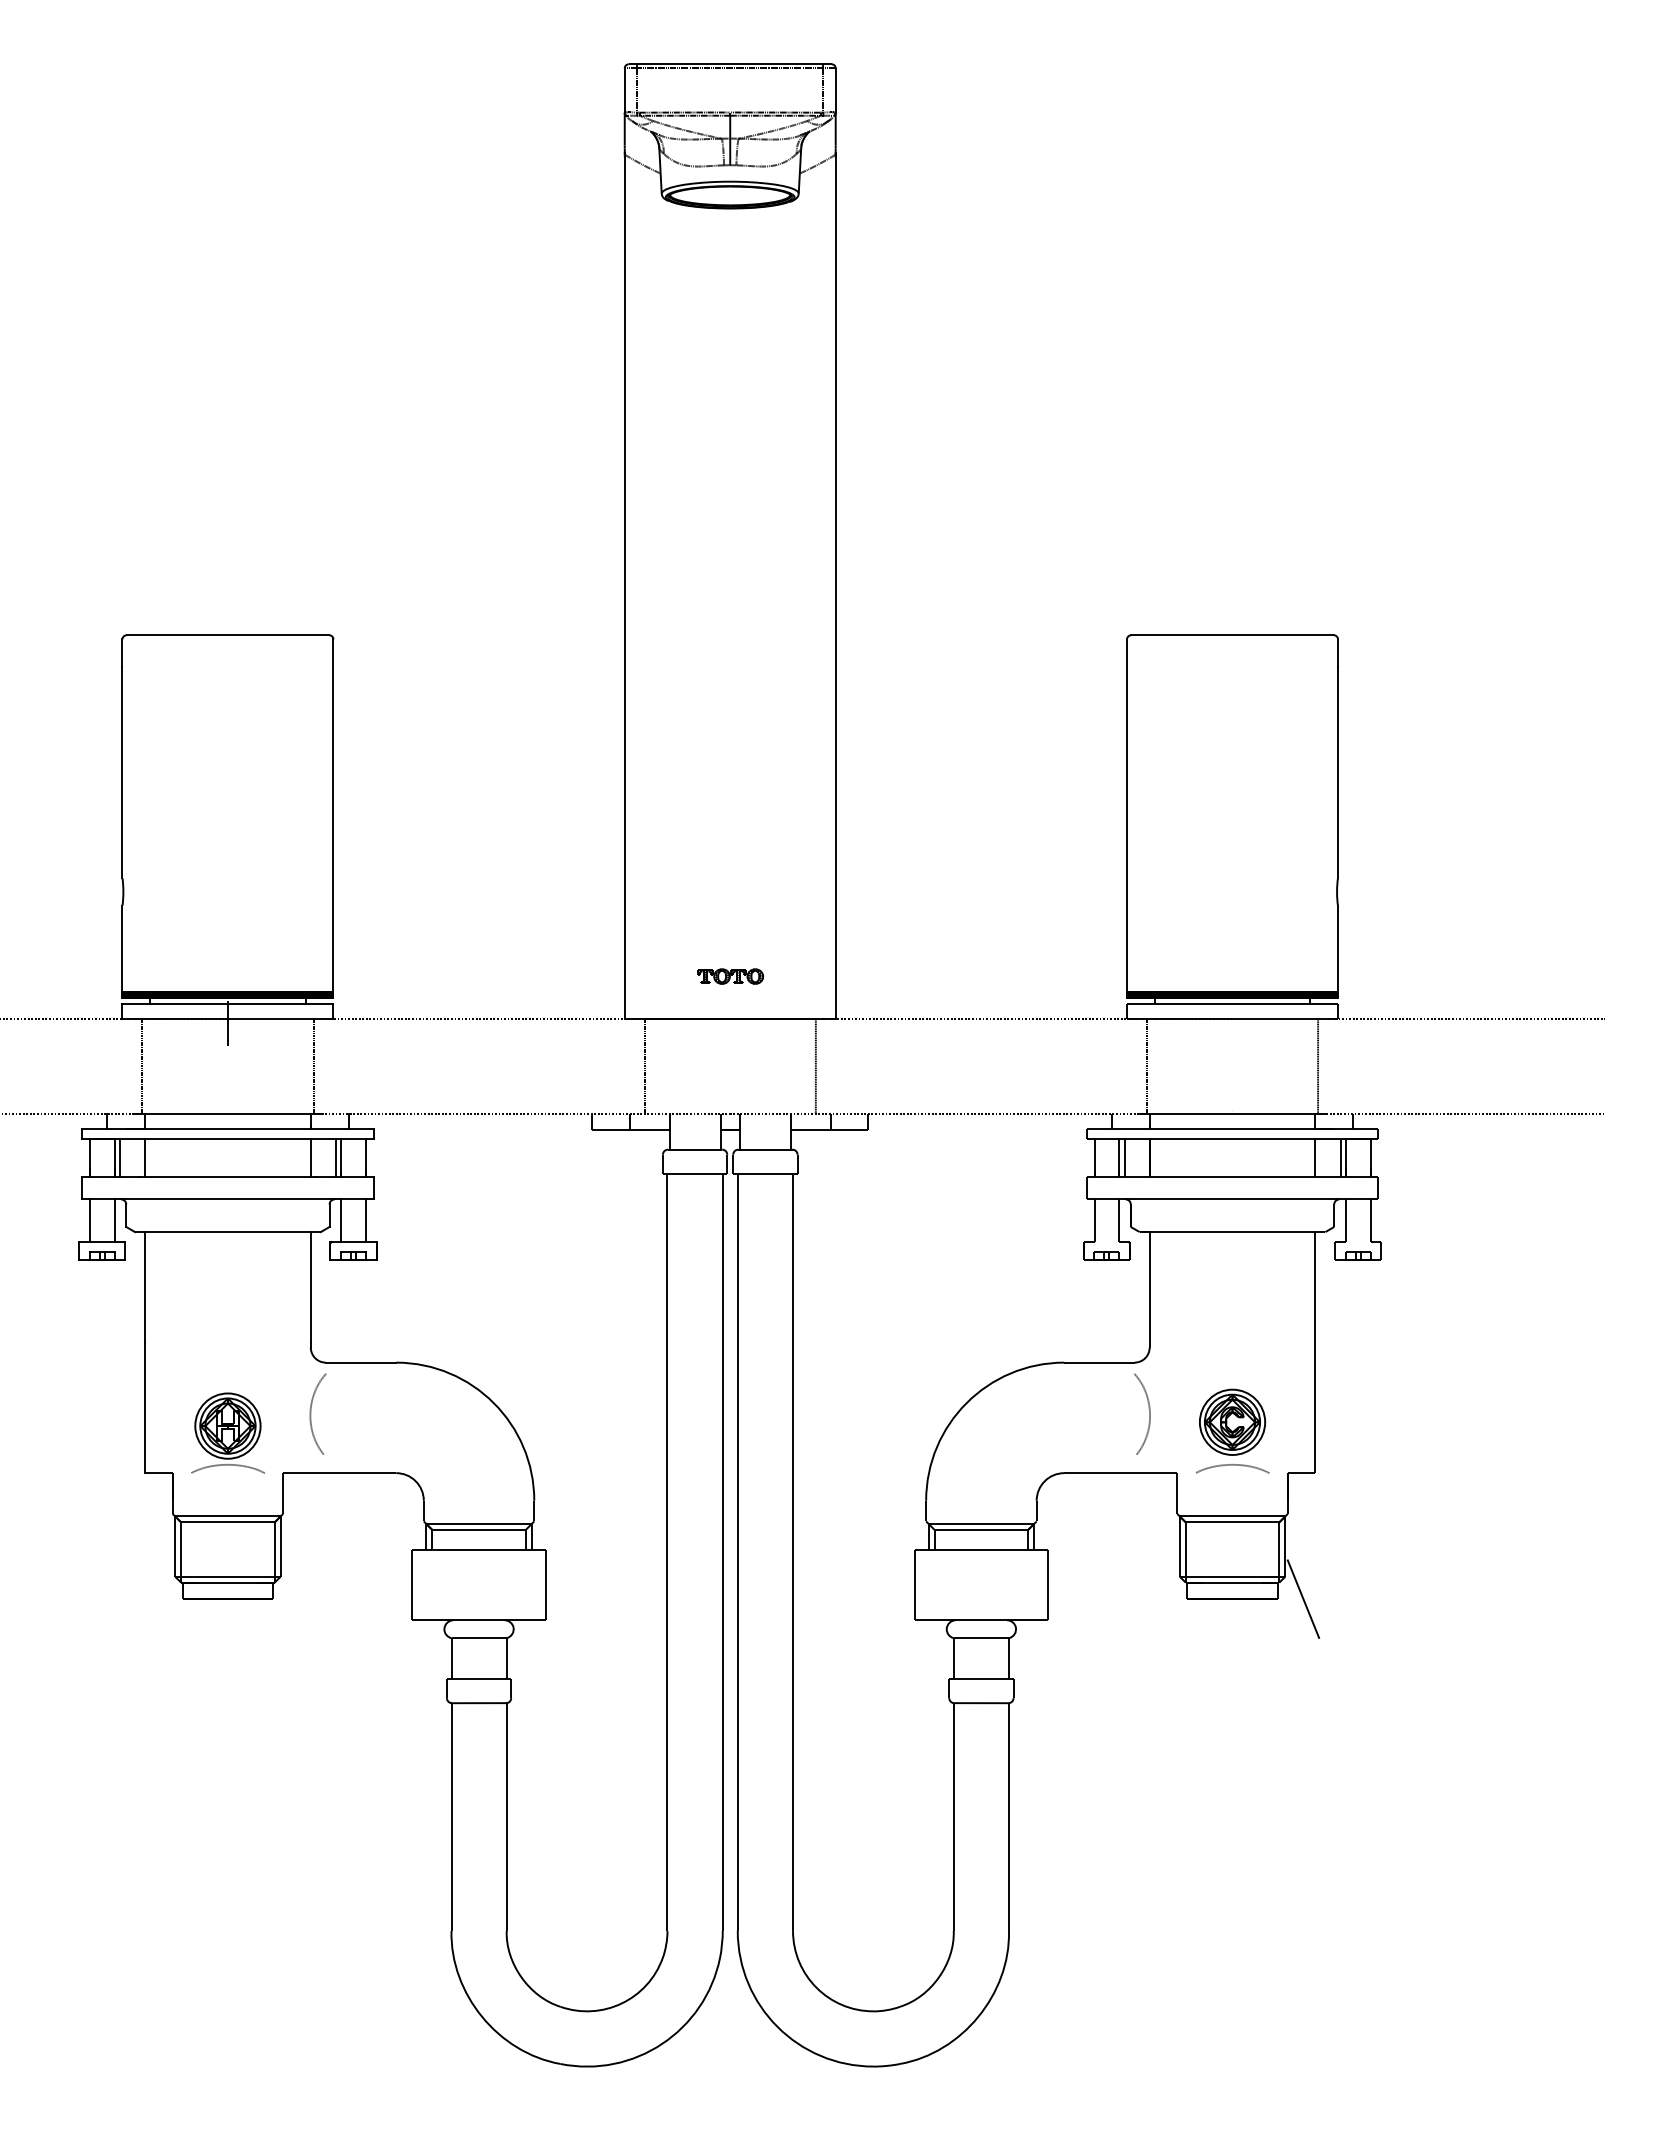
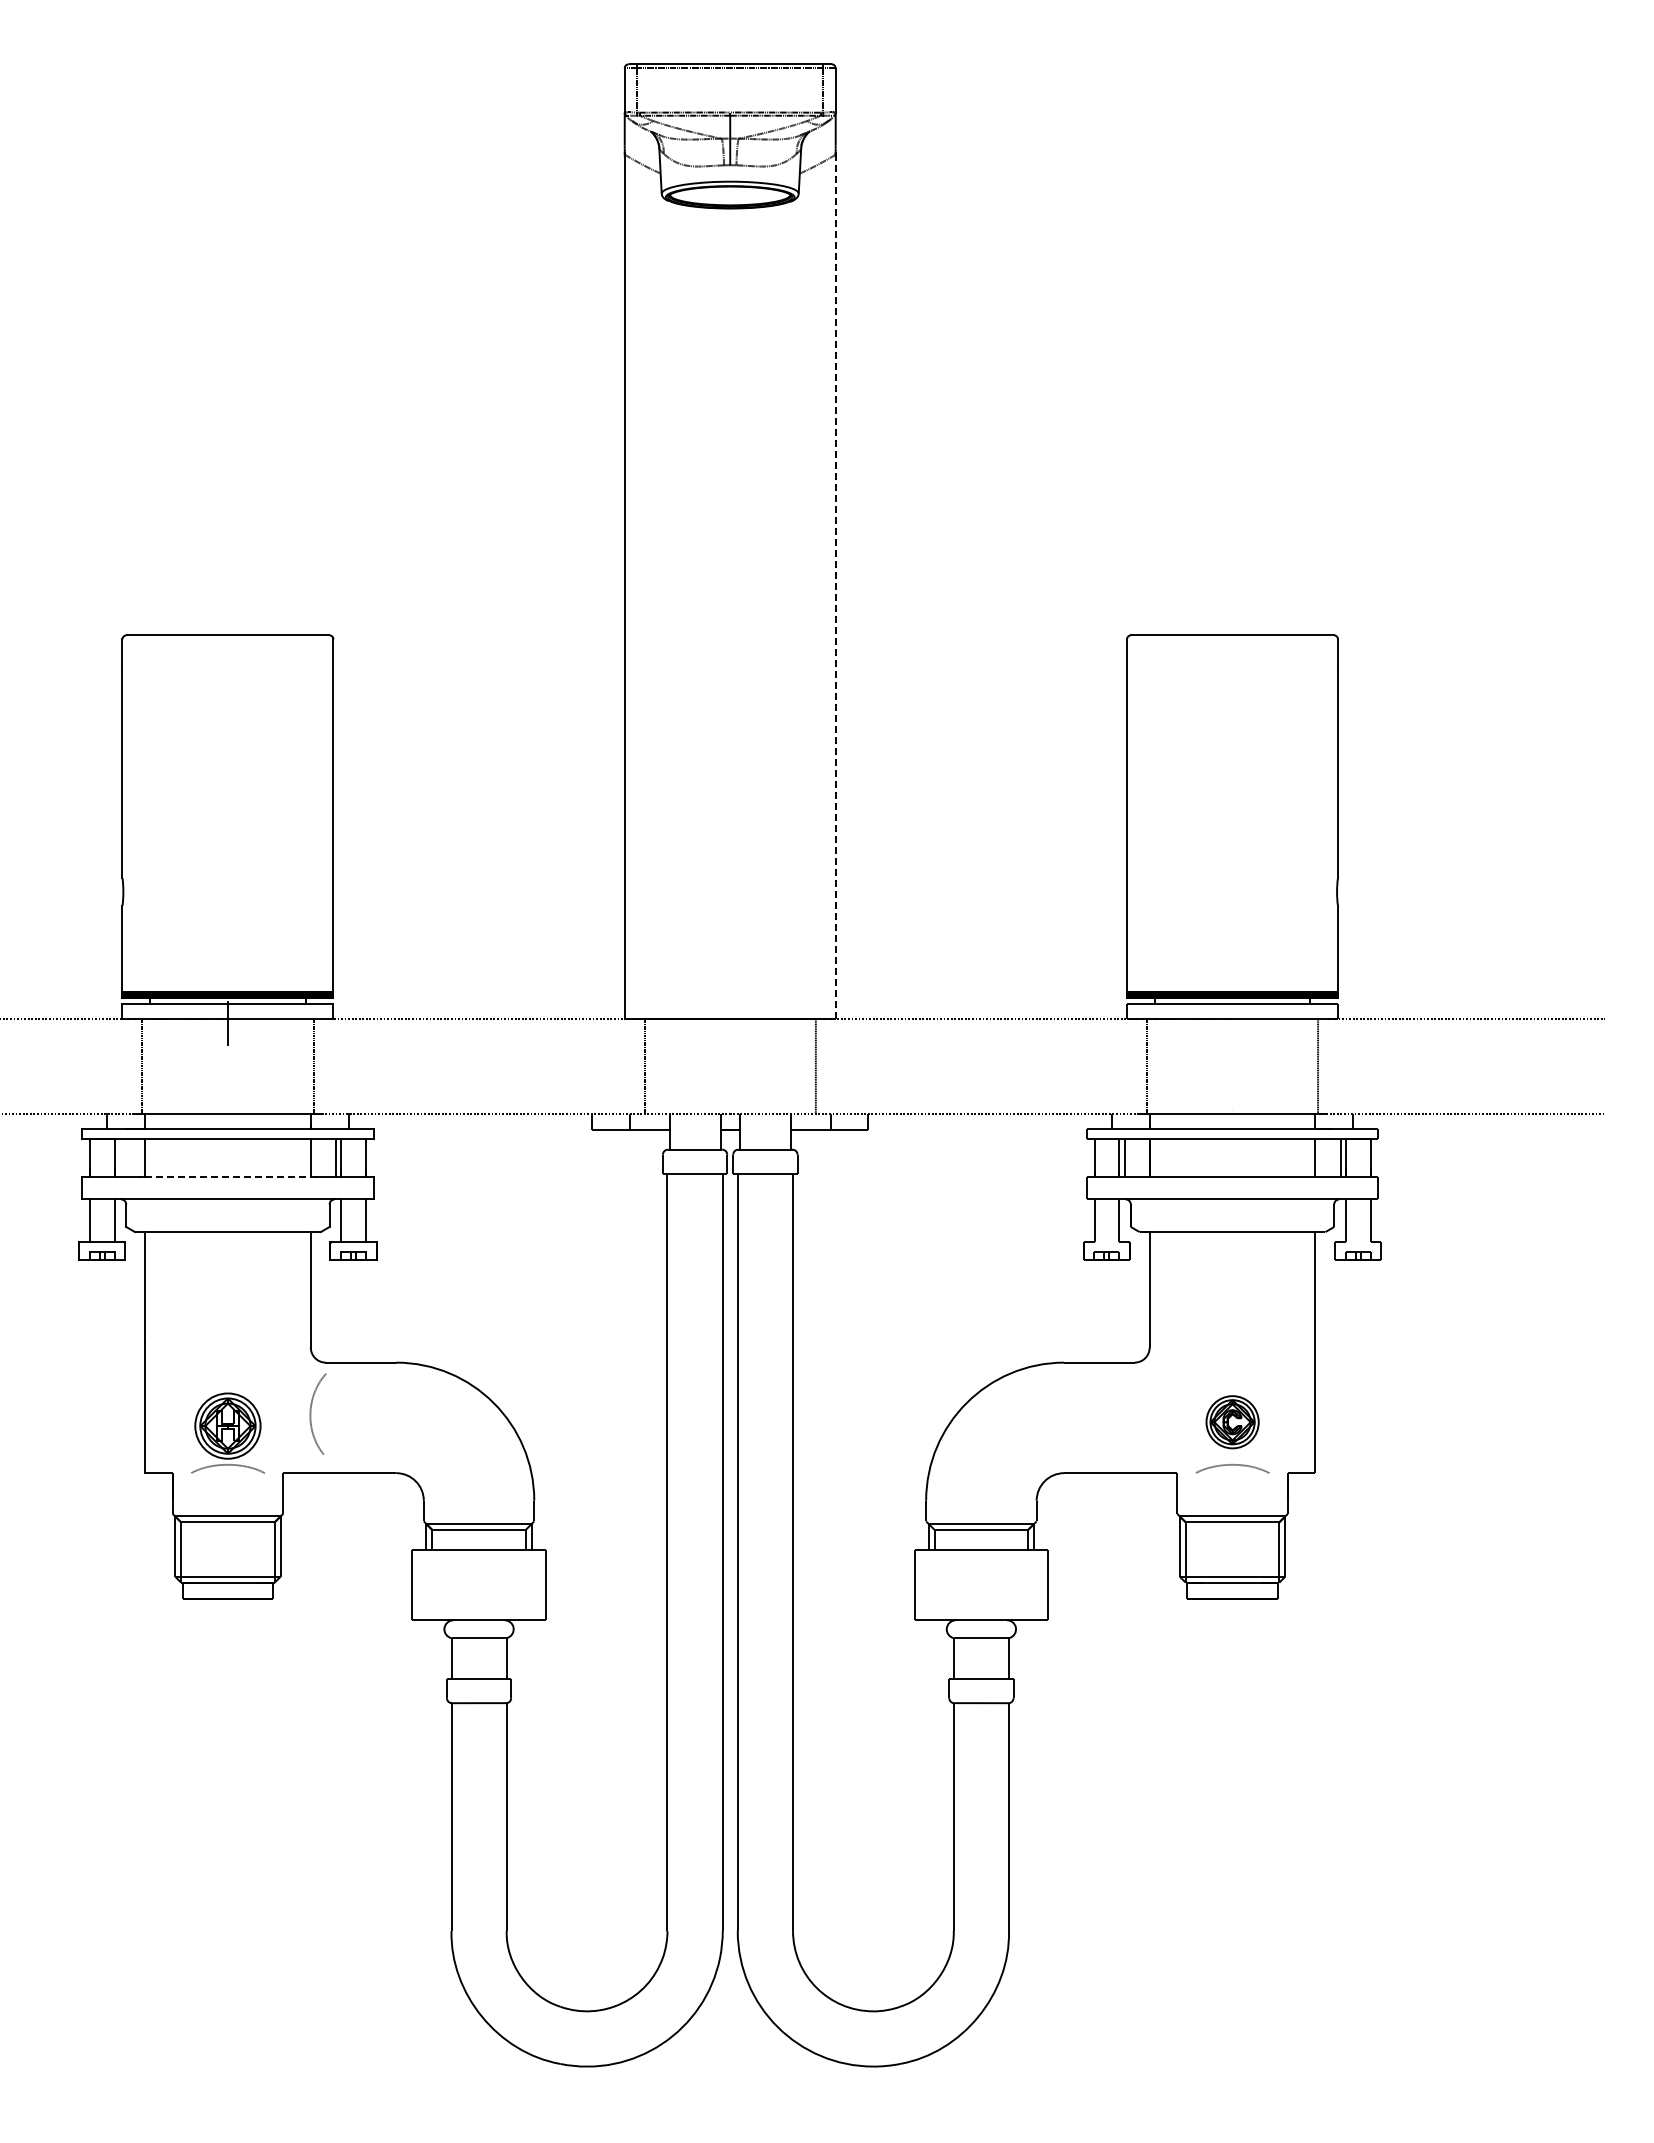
line at (835, 587): solid -> dashed
part at (730, 976): present -> none
line at (119, 1158): present -> none
line at (227, 1176): solid -> dashed
curve at (1149, 1413): present -> none
part at (1232, 1421) size: 68x68 px -> 55x55 px
line at (1303, 1598): present -> none
